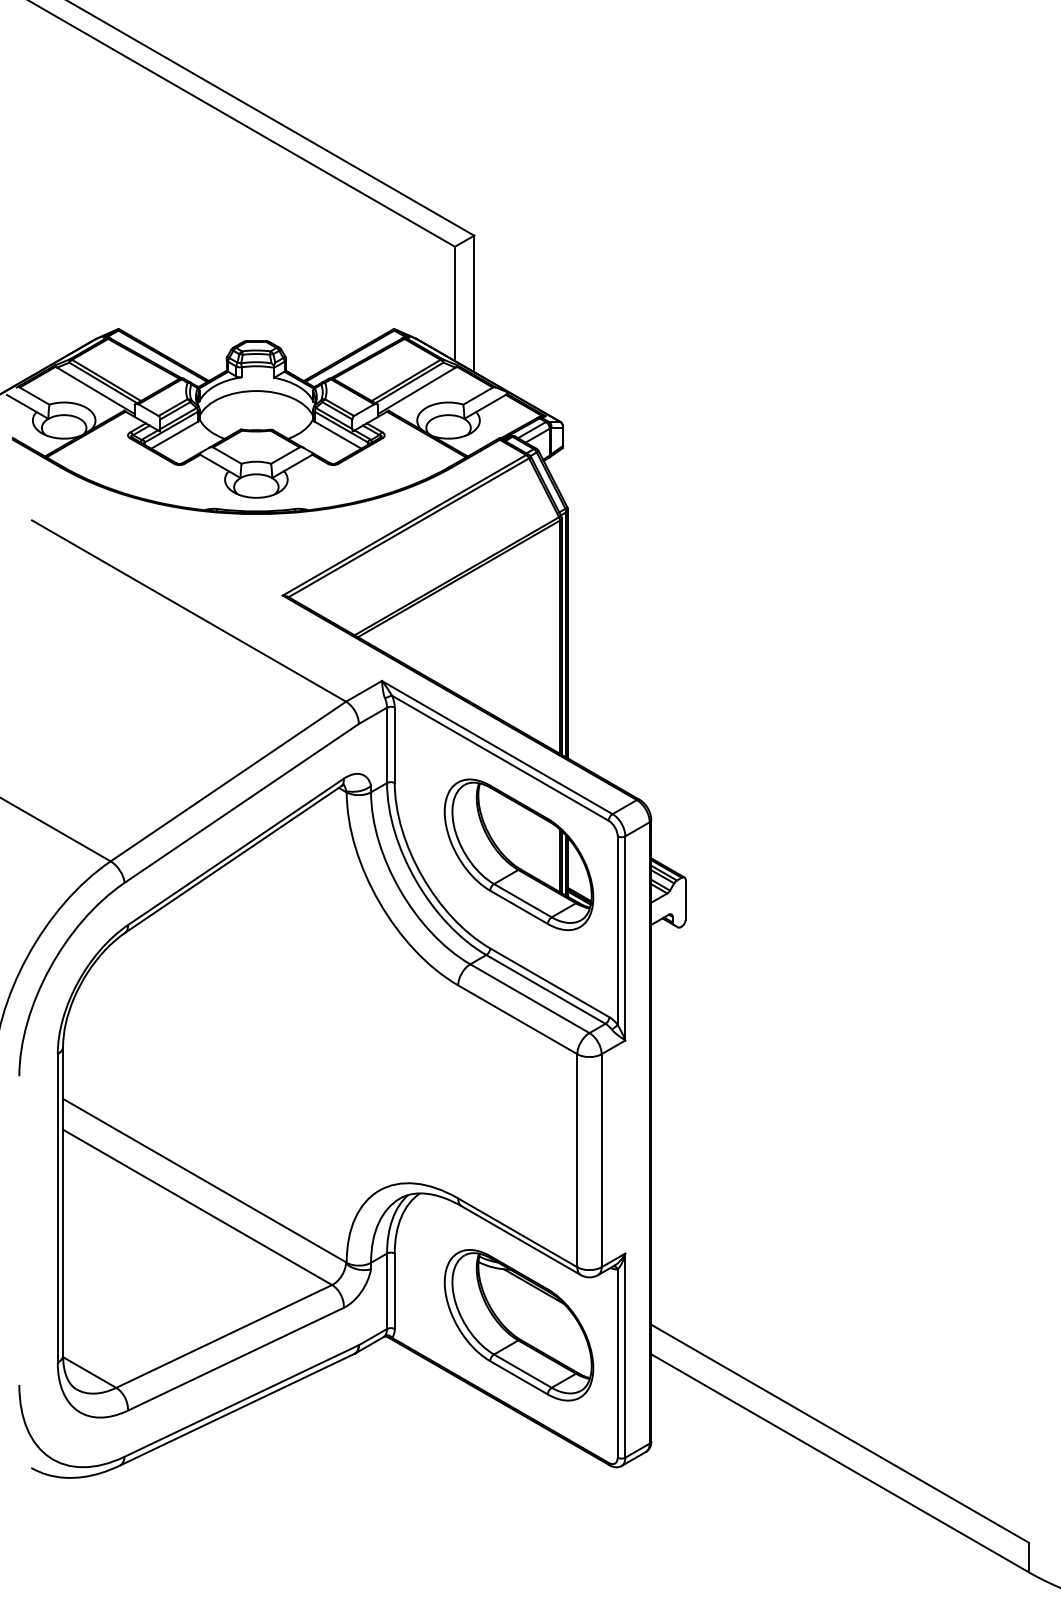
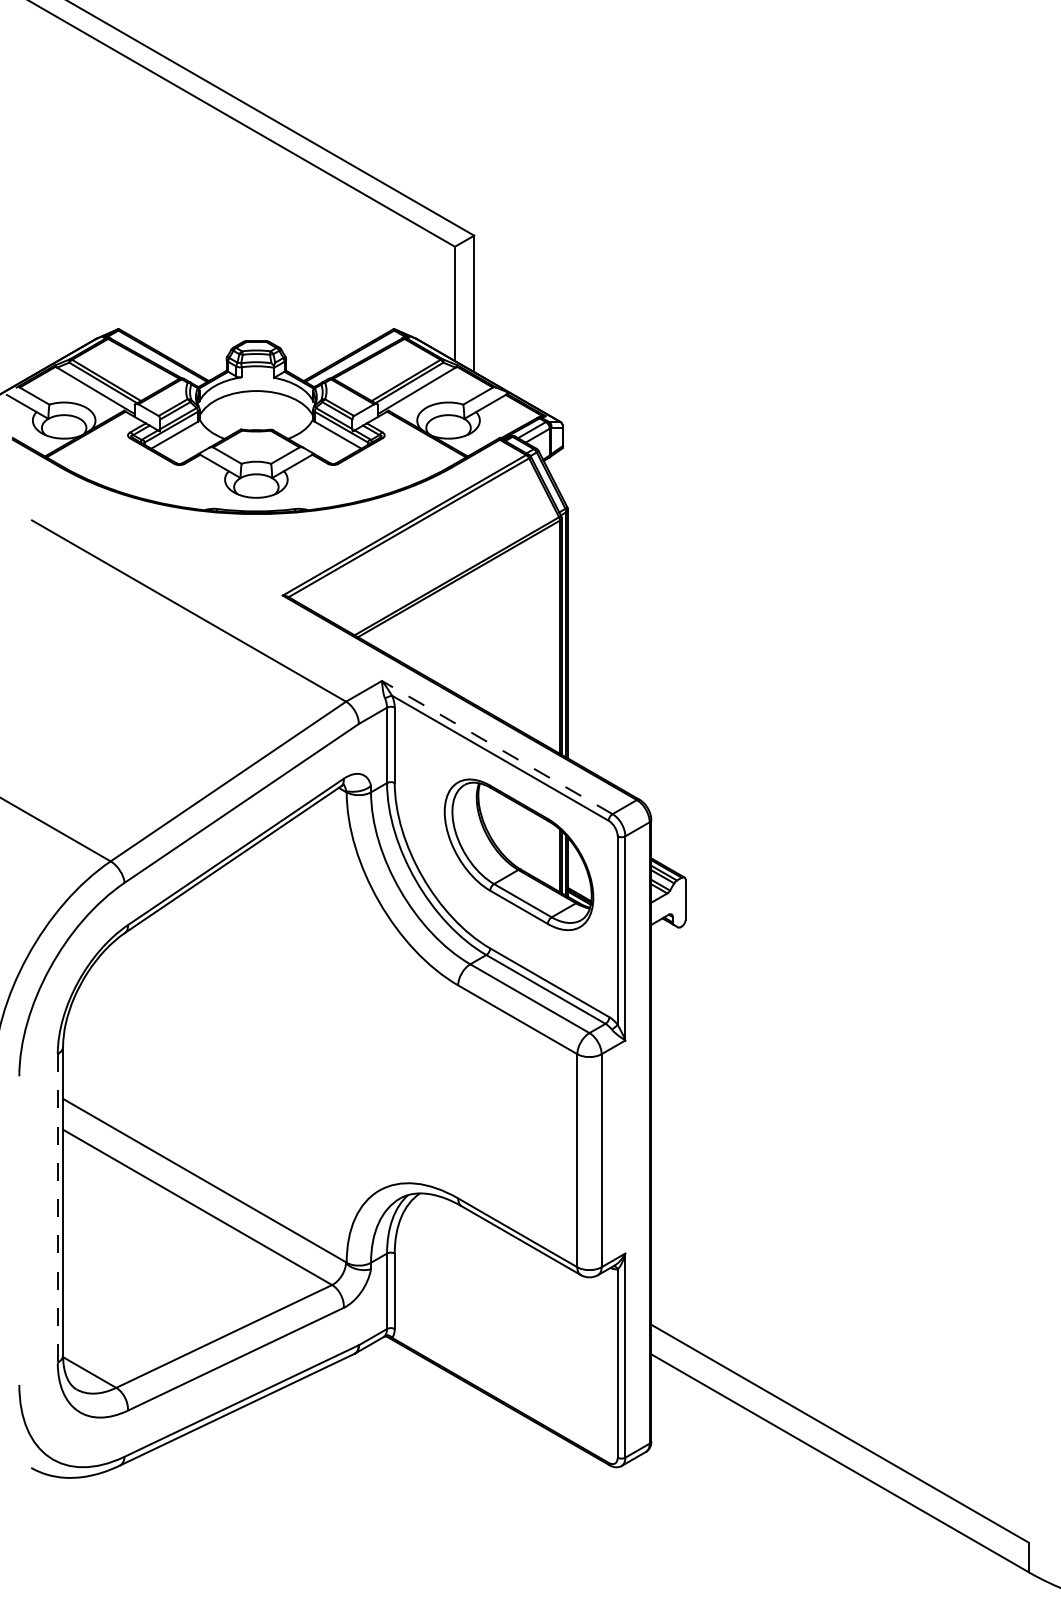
line at (496, 747): solid -> dashed
line at (57, 1208): solid -> dashed
part at (518, 1325): present -> none
